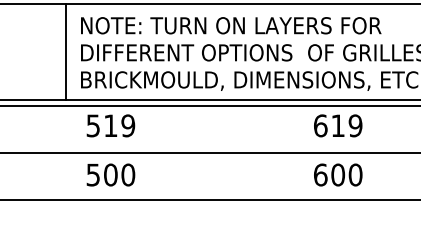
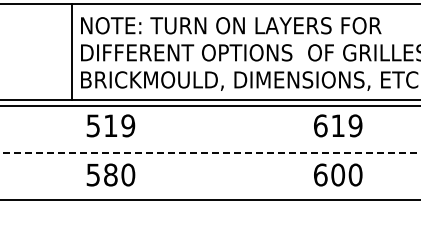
line at (65, 51) position: (65, 51) -> (71, 51)
line at (210, 152): solid -> dashed
text at (110, 175): 500 -> 580
